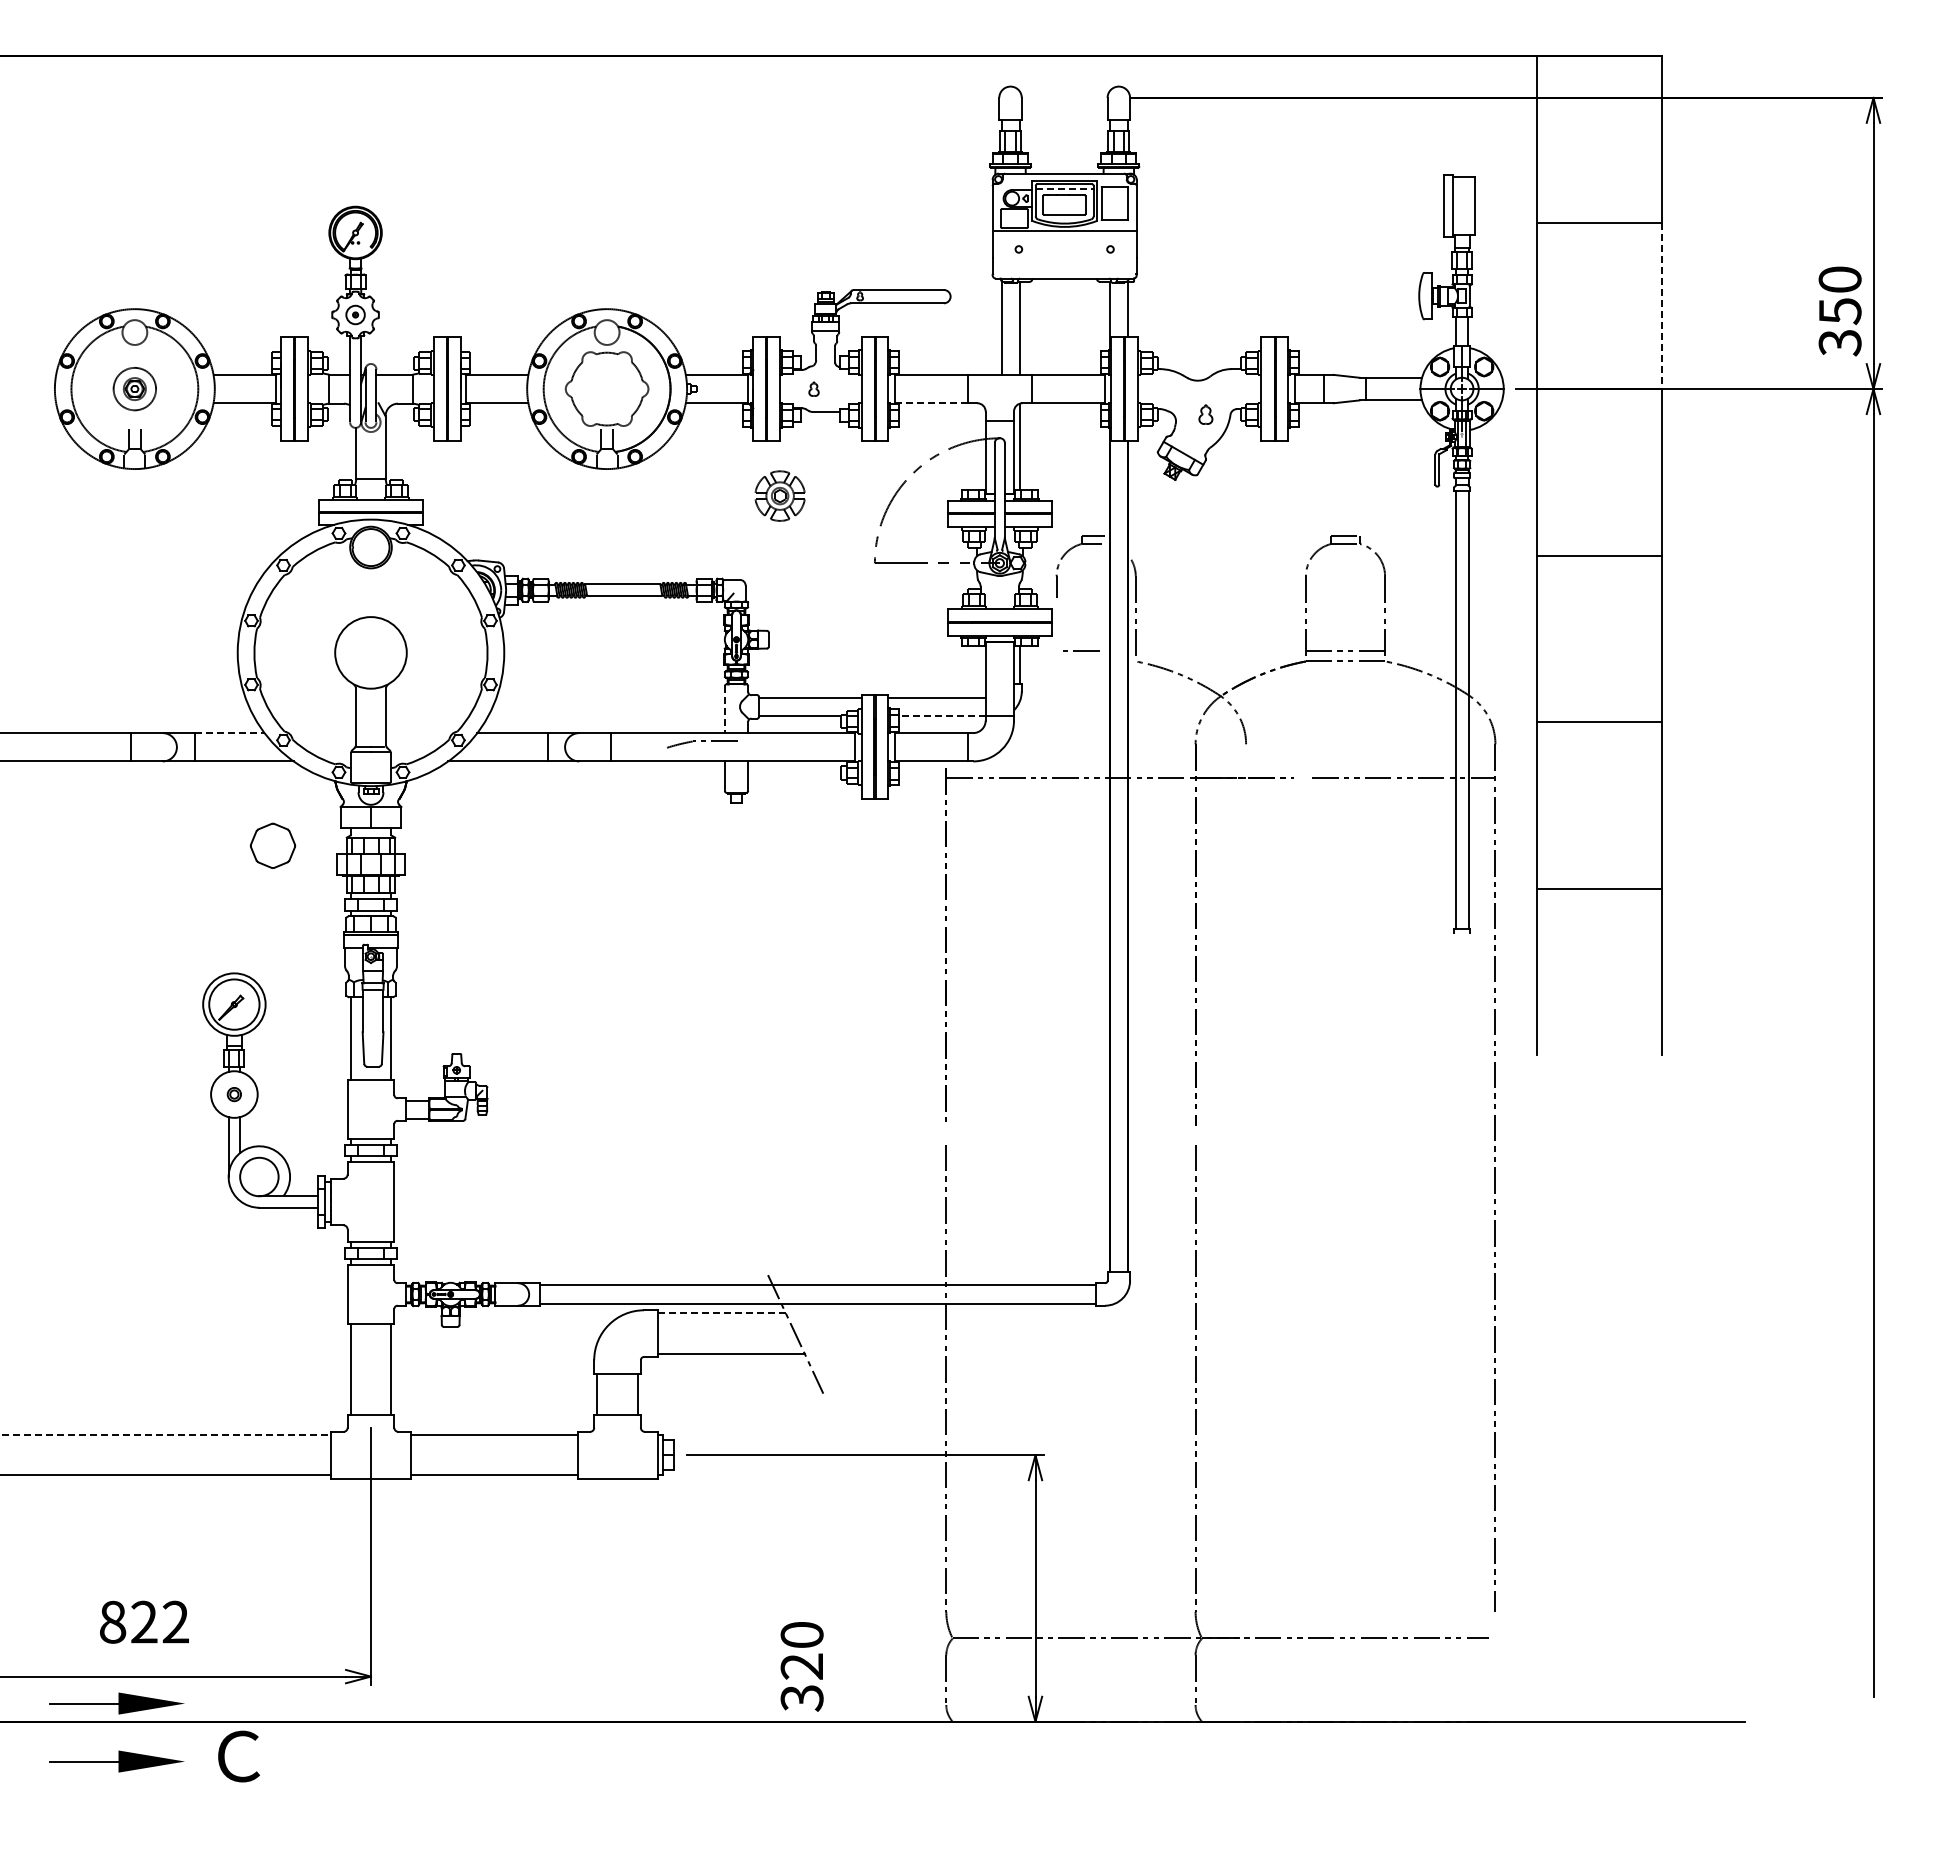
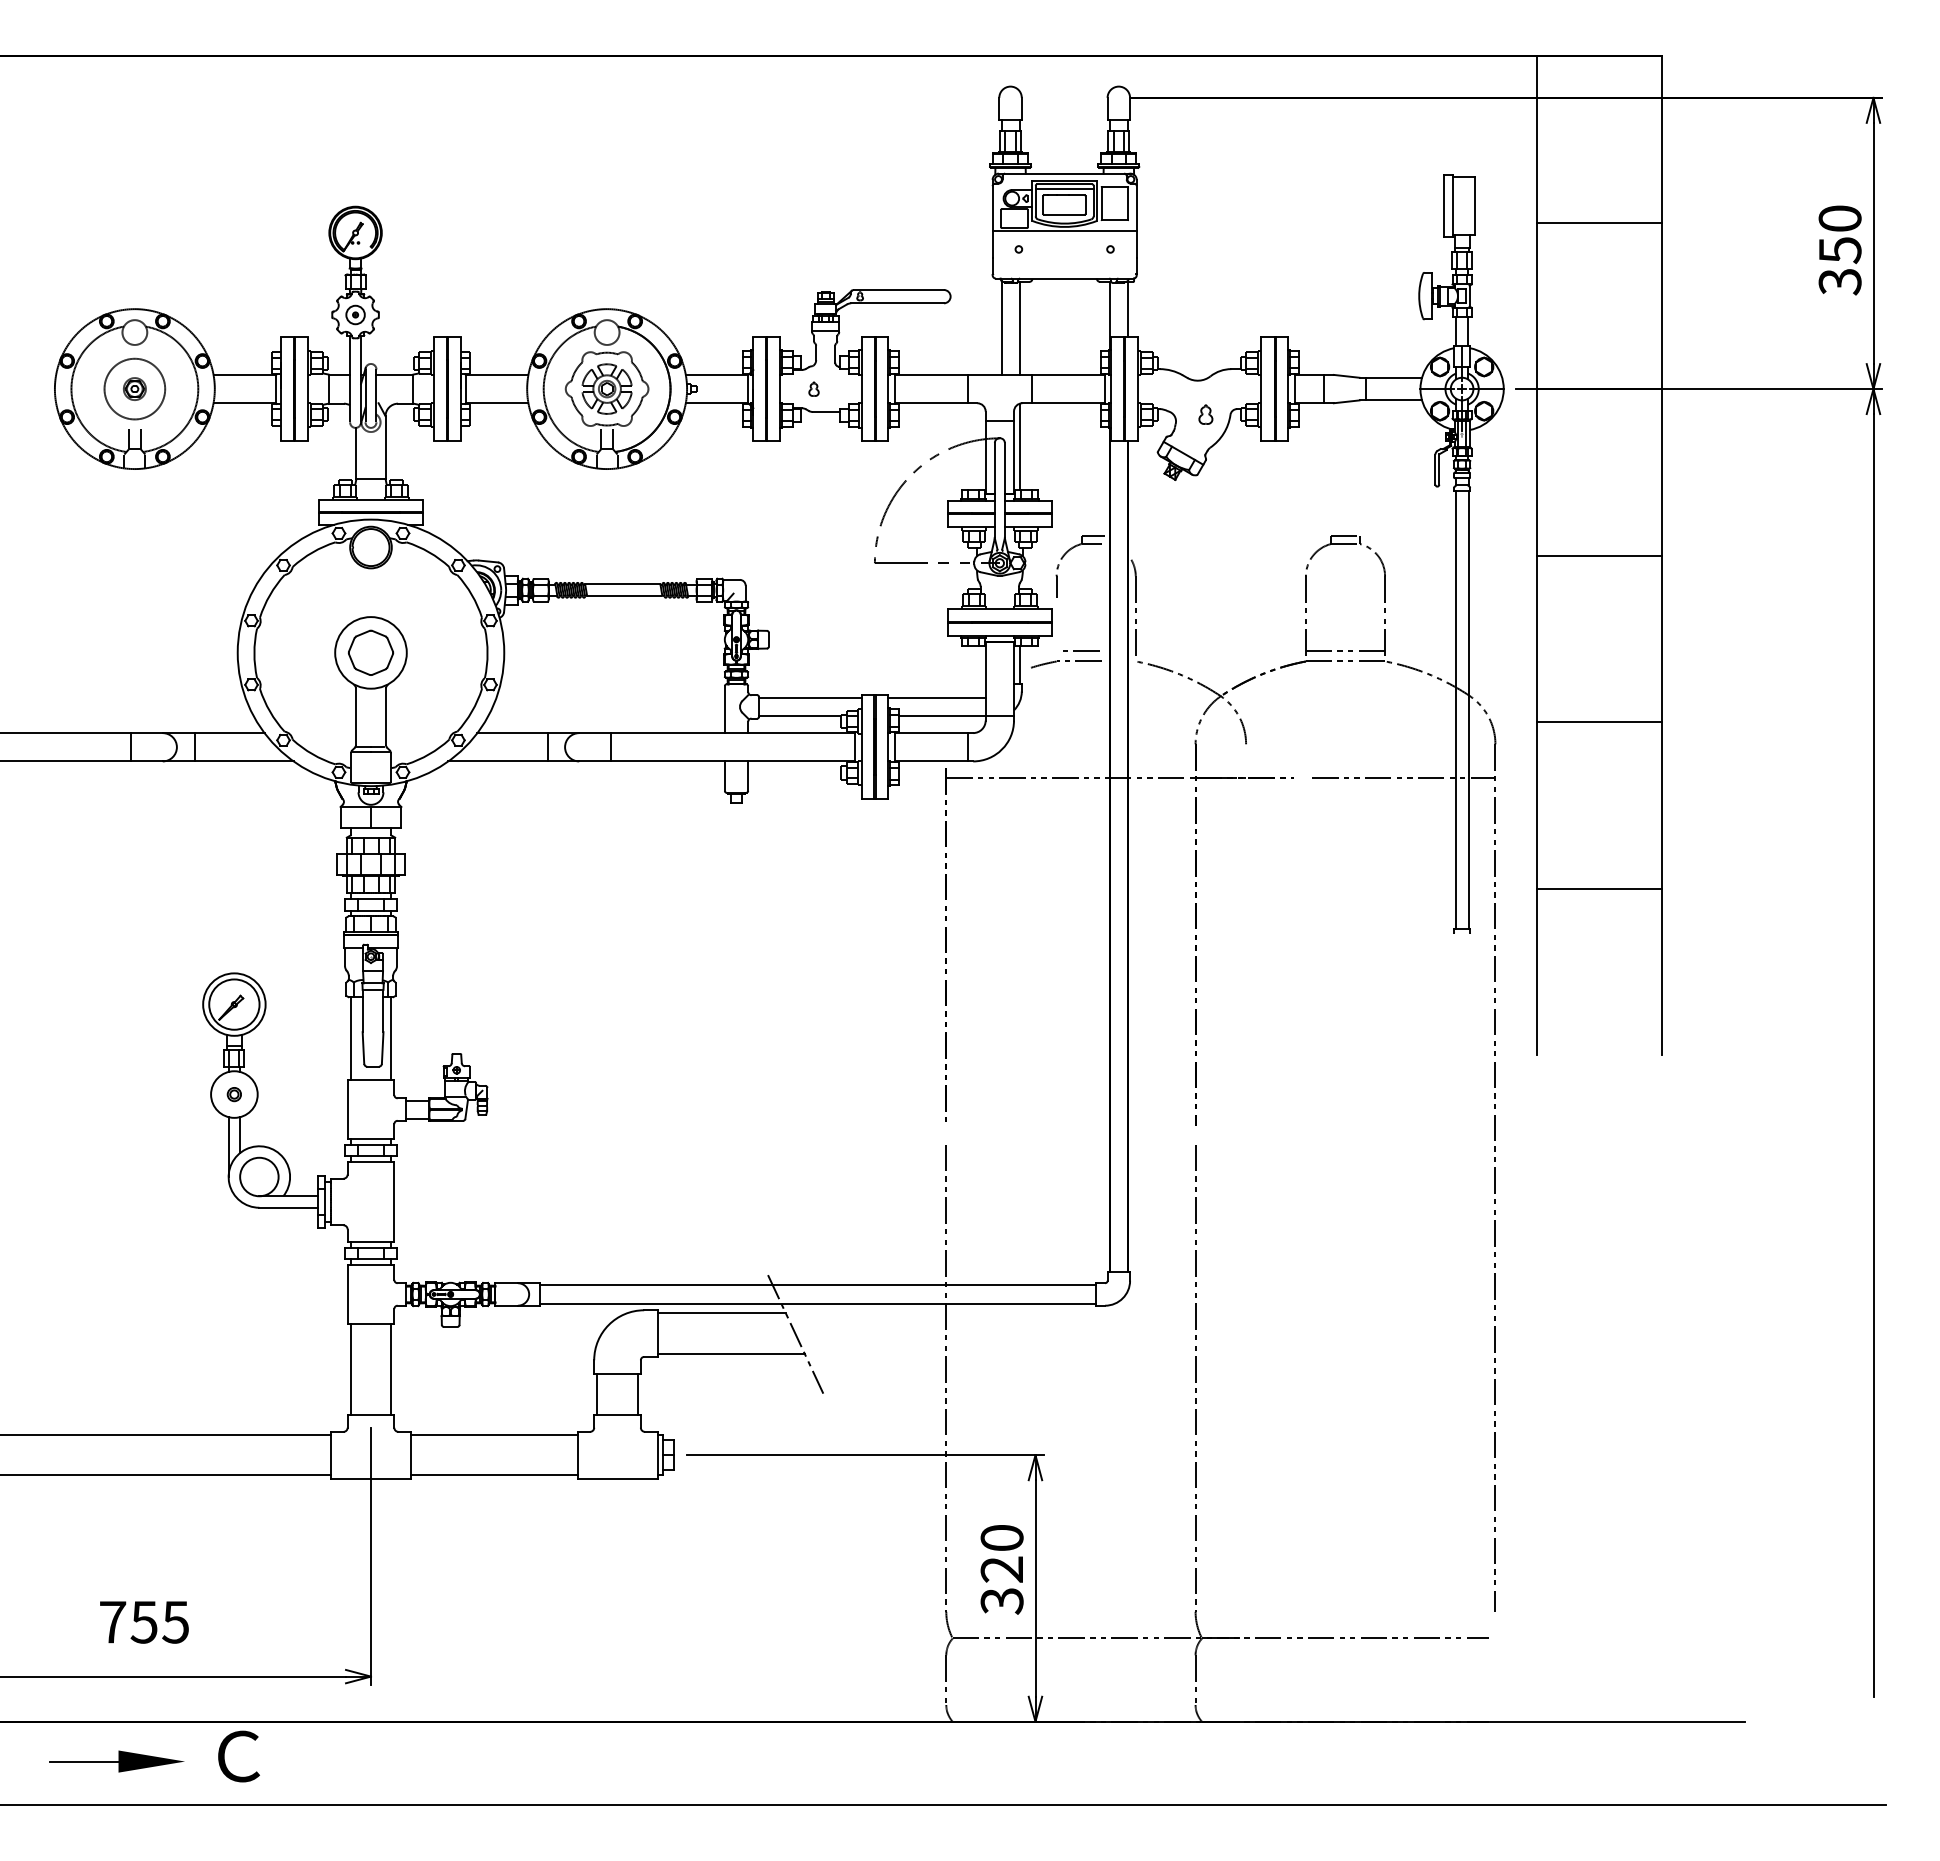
line at (1064, 189): dashed -> solid
line at (1662, 306): dashed -> solid
text at (1839, 311) position: (1839, 311) -> (1839, 250)
circle at (134, 388) diameter: 42 px -> 61 px
line at (931, 403): dashed -> solid
part at (779, 495) position: (779, 495) -> (606, 388)
line at (724, 709): dashed -> solid
line at (941, 715): dashed -> solid
line at (230, 733): dashed -> solid
part at (701, 744) position: (701, 744) -> (1065, 664)
part at (272, 845) position: (272, 845) -> (370, 652)
line at (722, 1313): dashed -> solid
line at (166, 1434): dashed -> solid
text at (144, 1621): 822 -> 755
text at (801, 1666) position: (801, 1666) -> (1001, 1569)
part at (116, 1703): present -> none
line at (943, 1805): none -> present
